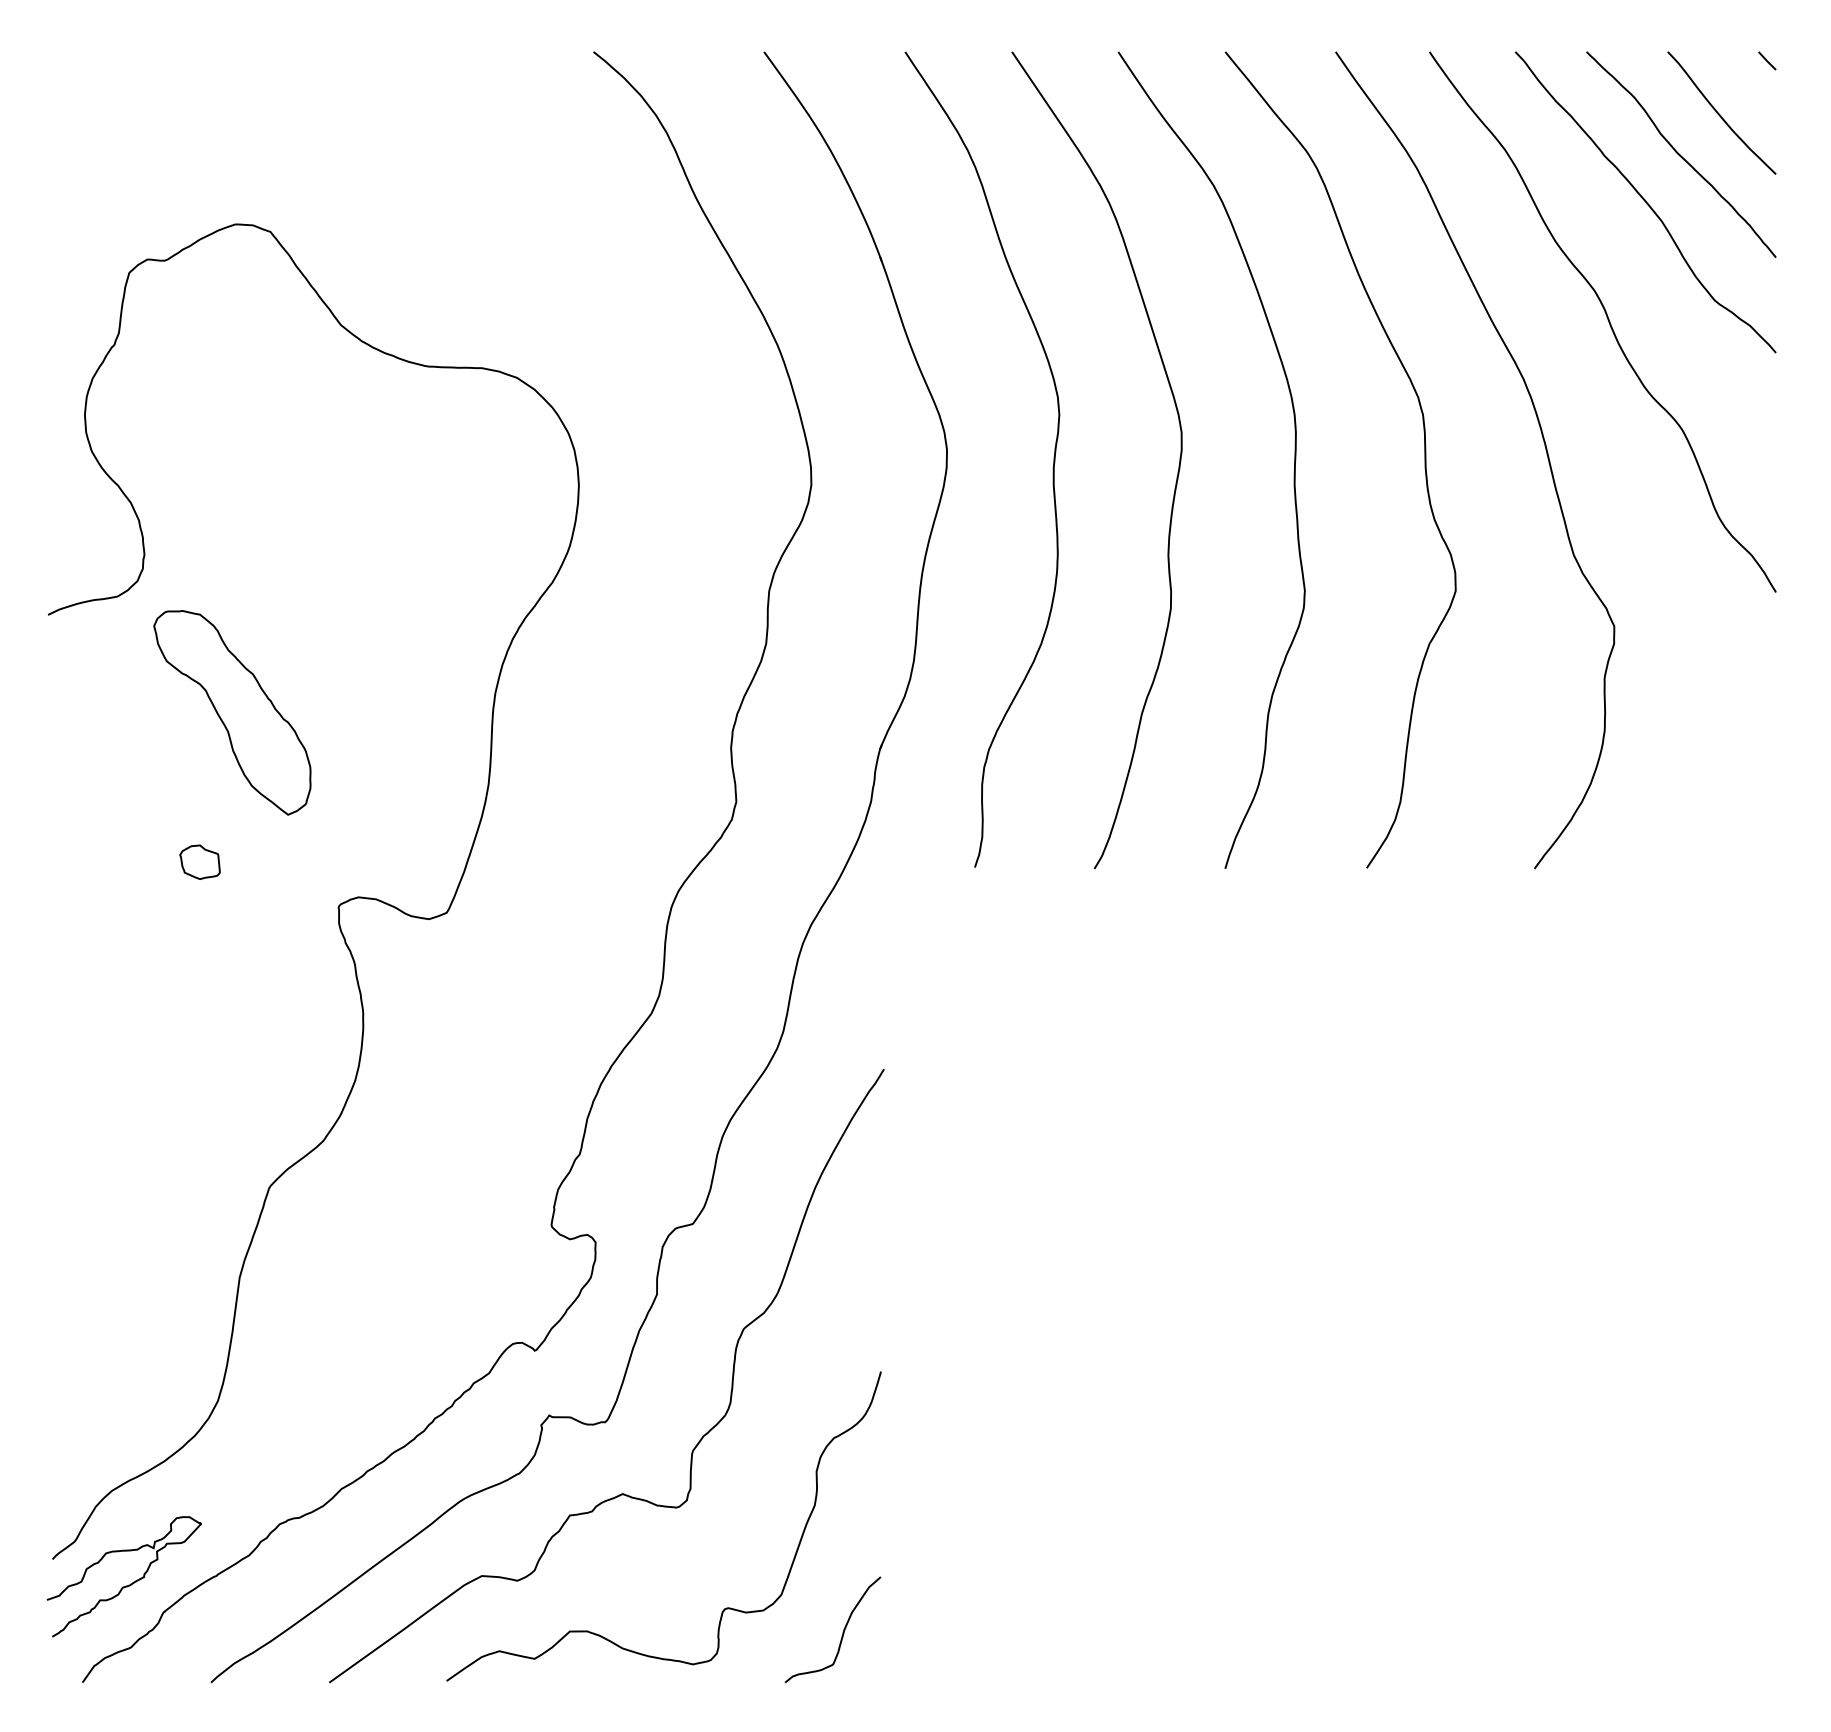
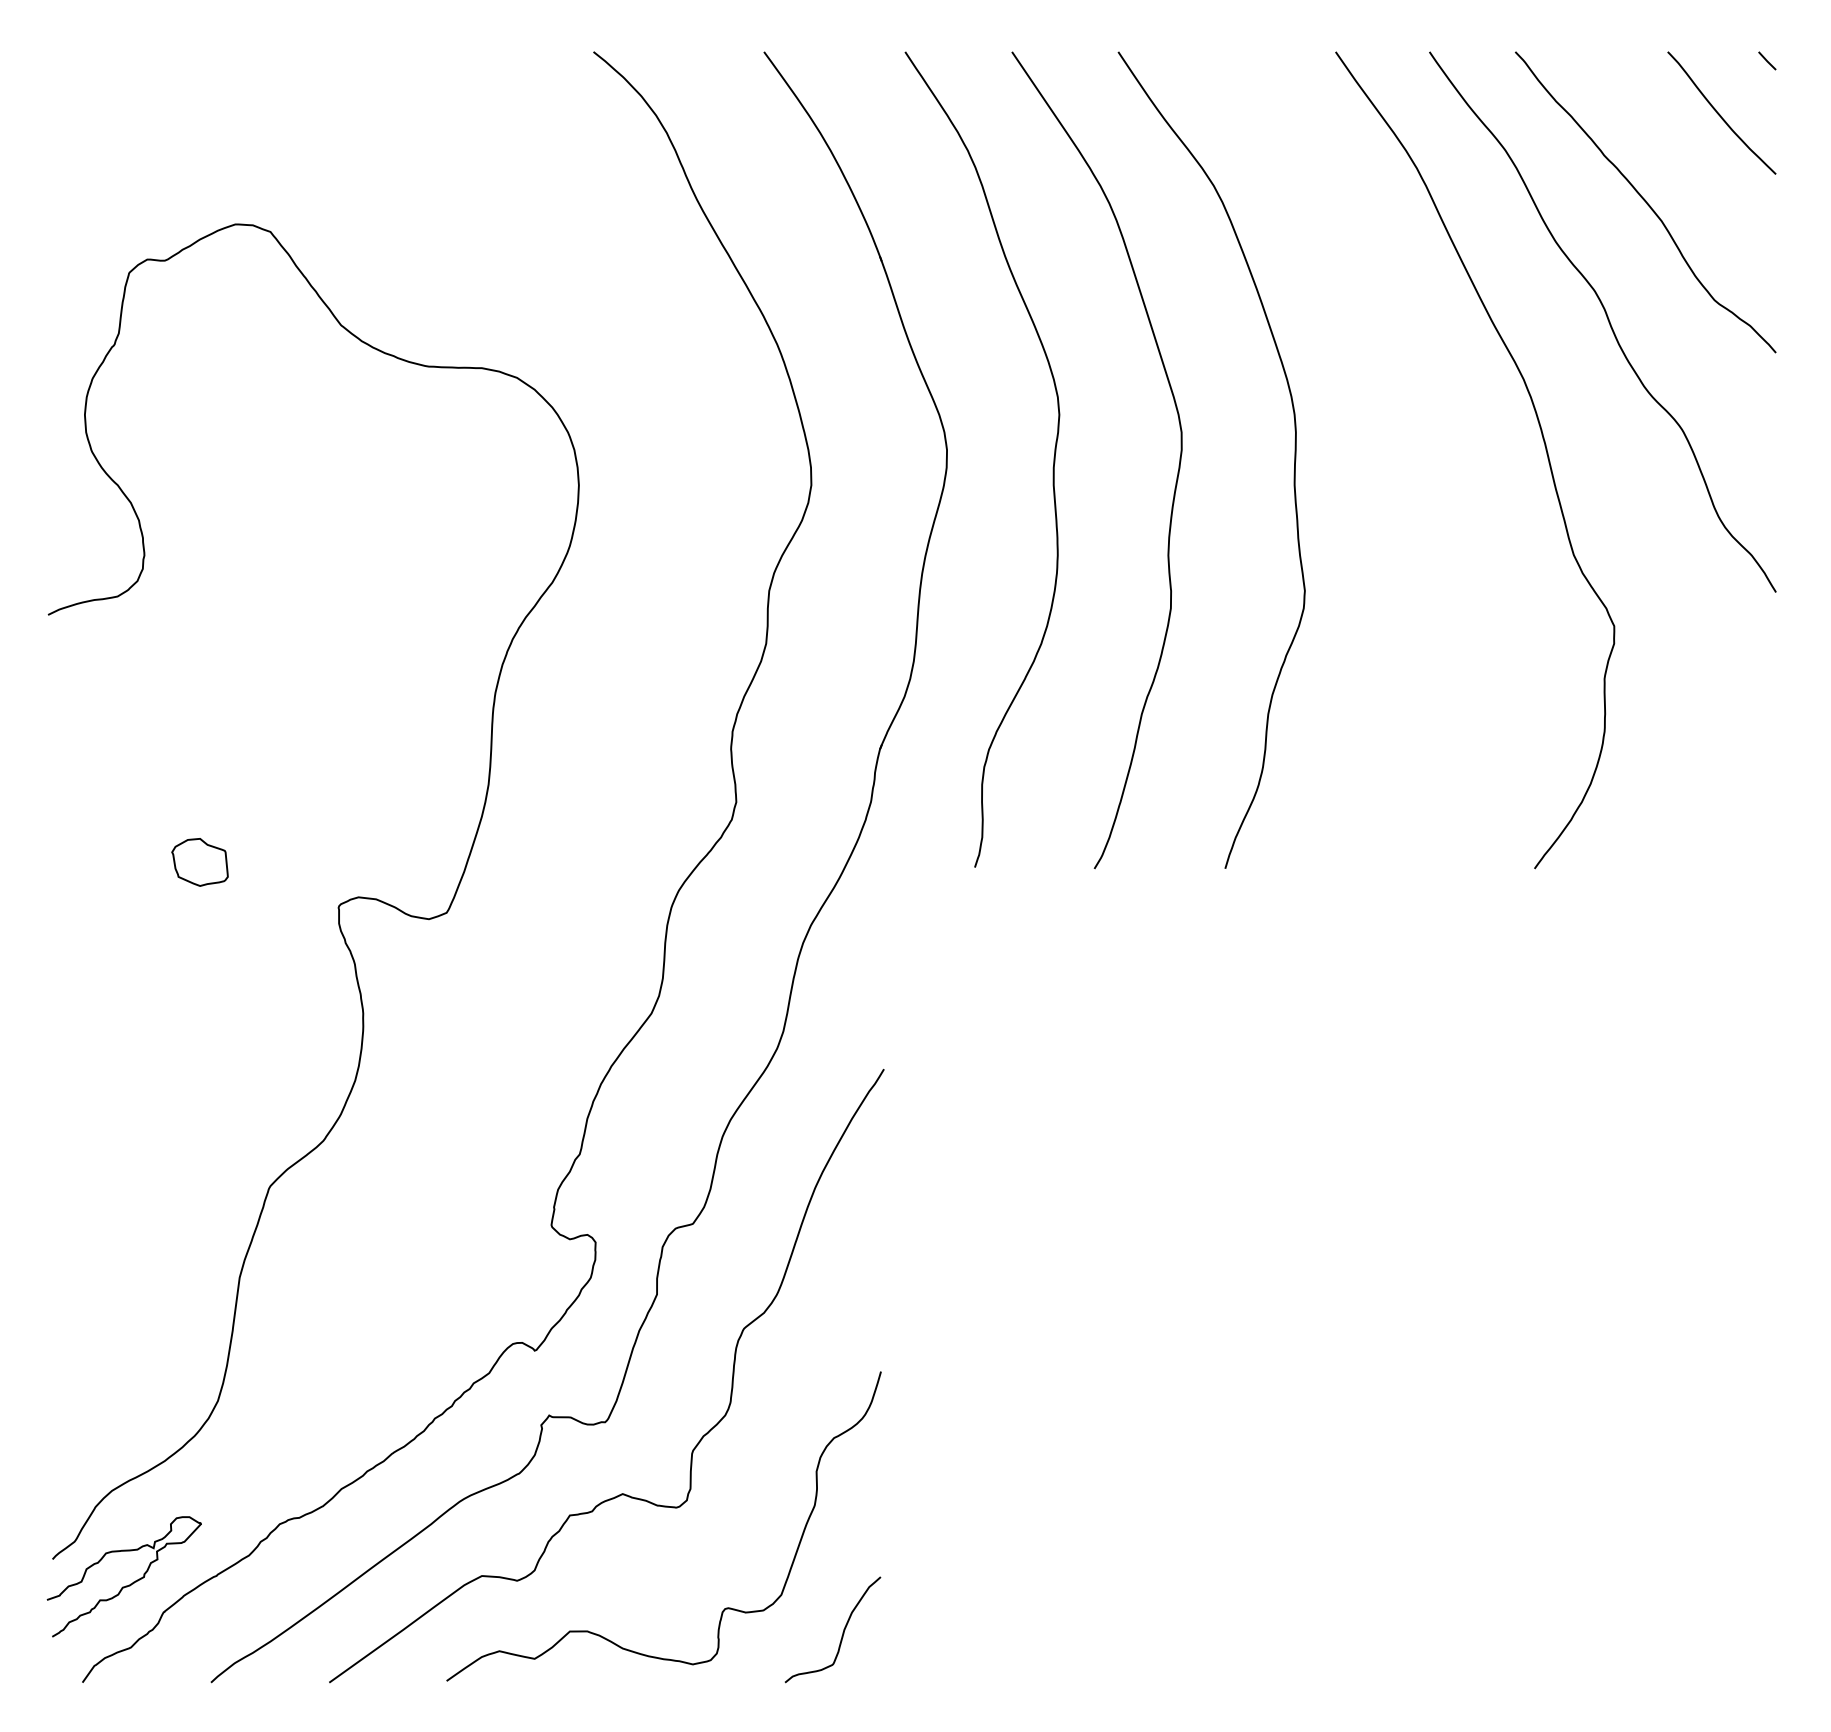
curve at (1680, 154): present -> none
curve at (1424, 459): present -> none
part at (232, 712): present -> none
part at (199, 861) size: 42x36 px -> 58x49 px
